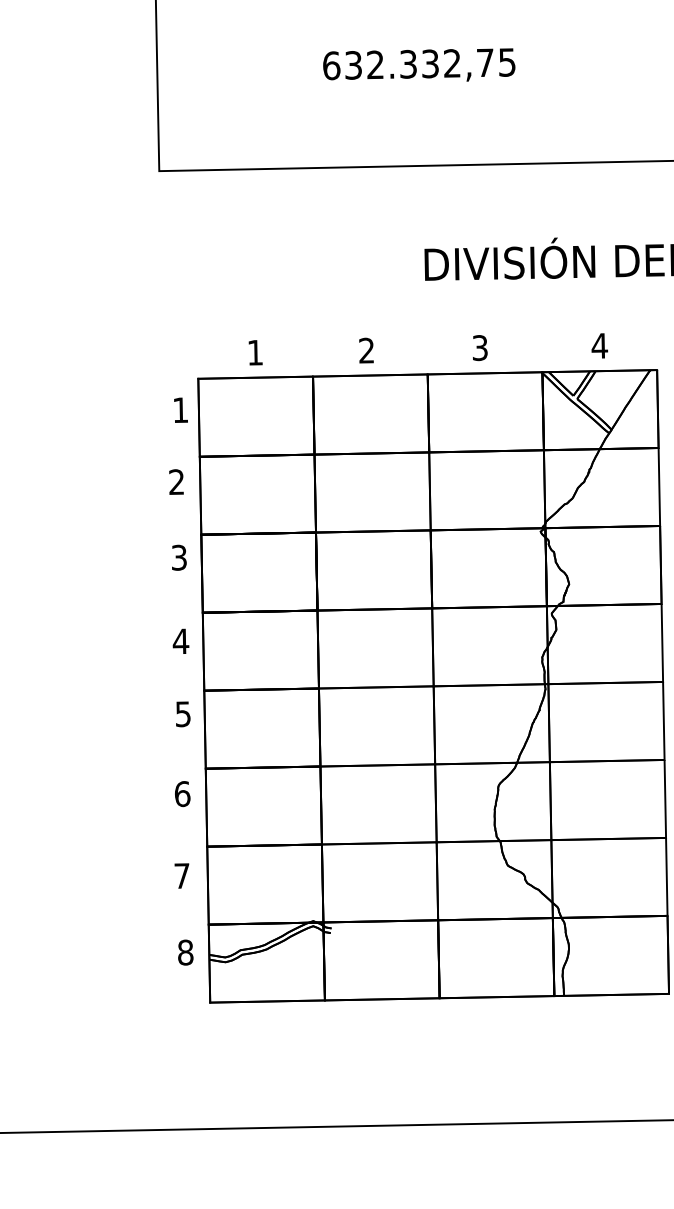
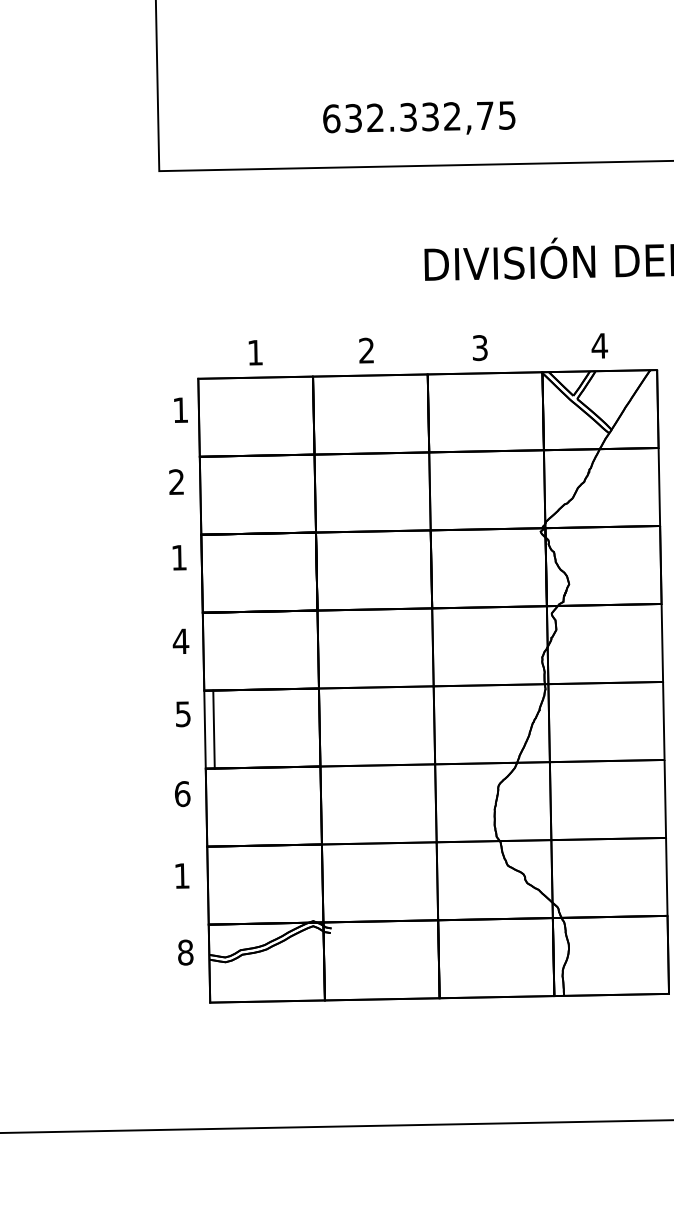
text at (419, 64) position: (419, 64) -> (419, 117)
text at (179, 557): 3 -> 1
line at (204, 729) position: (204, 729) -> (213, 729)
text at (181, 875): 7 -> 1
